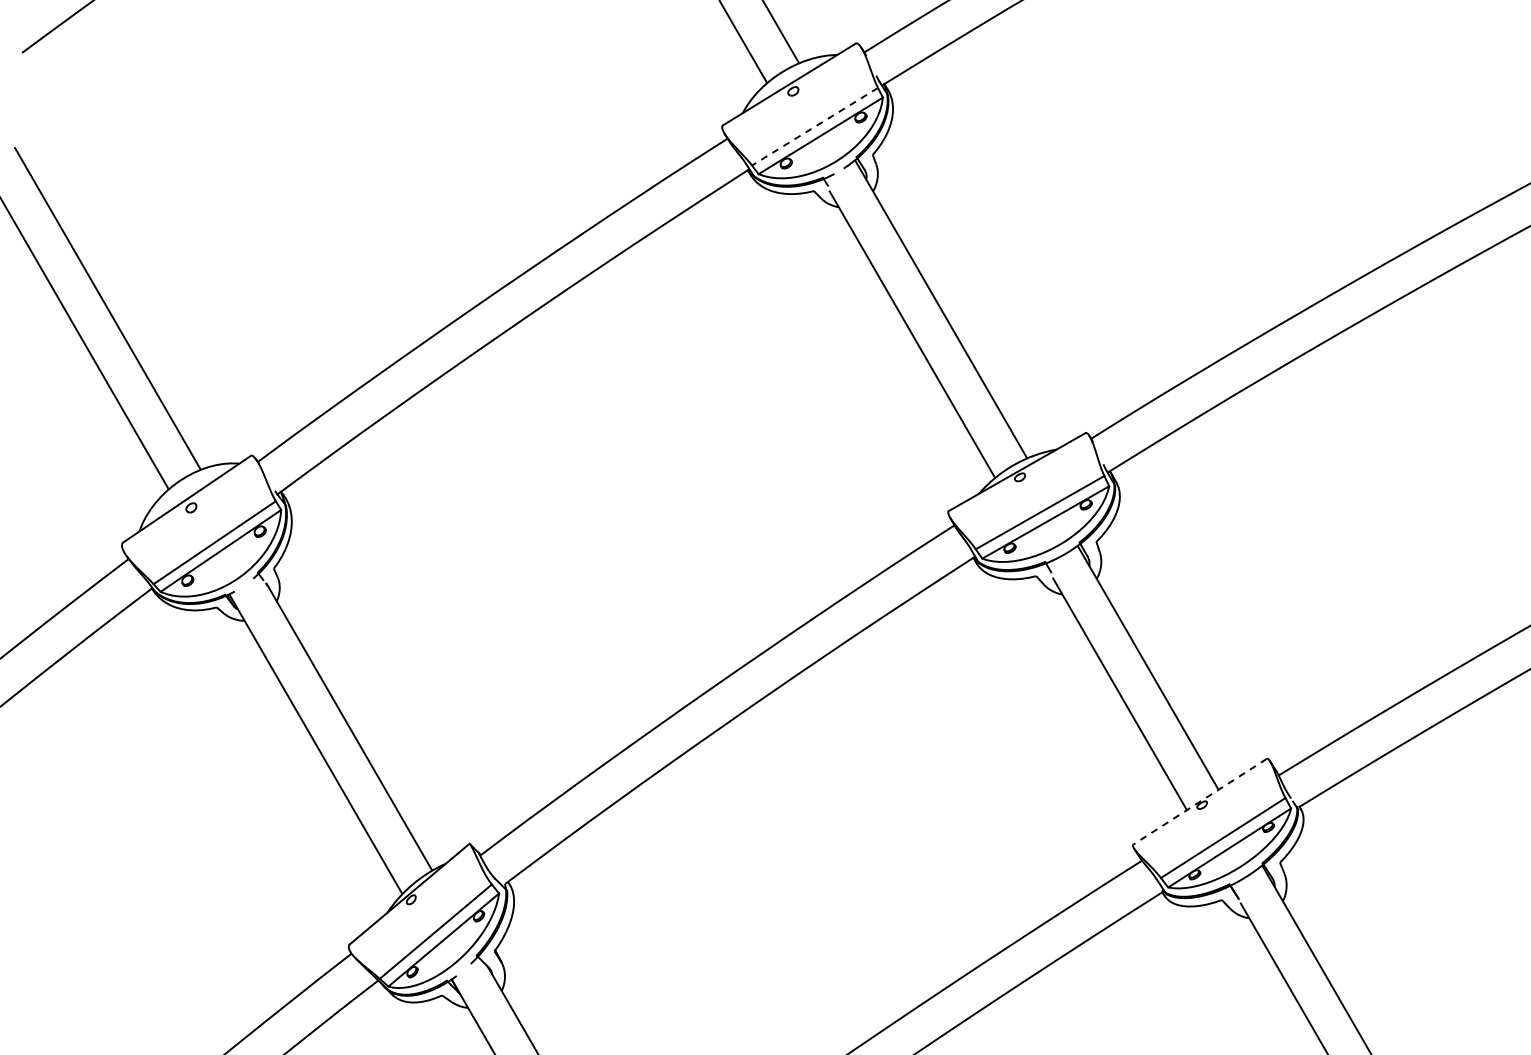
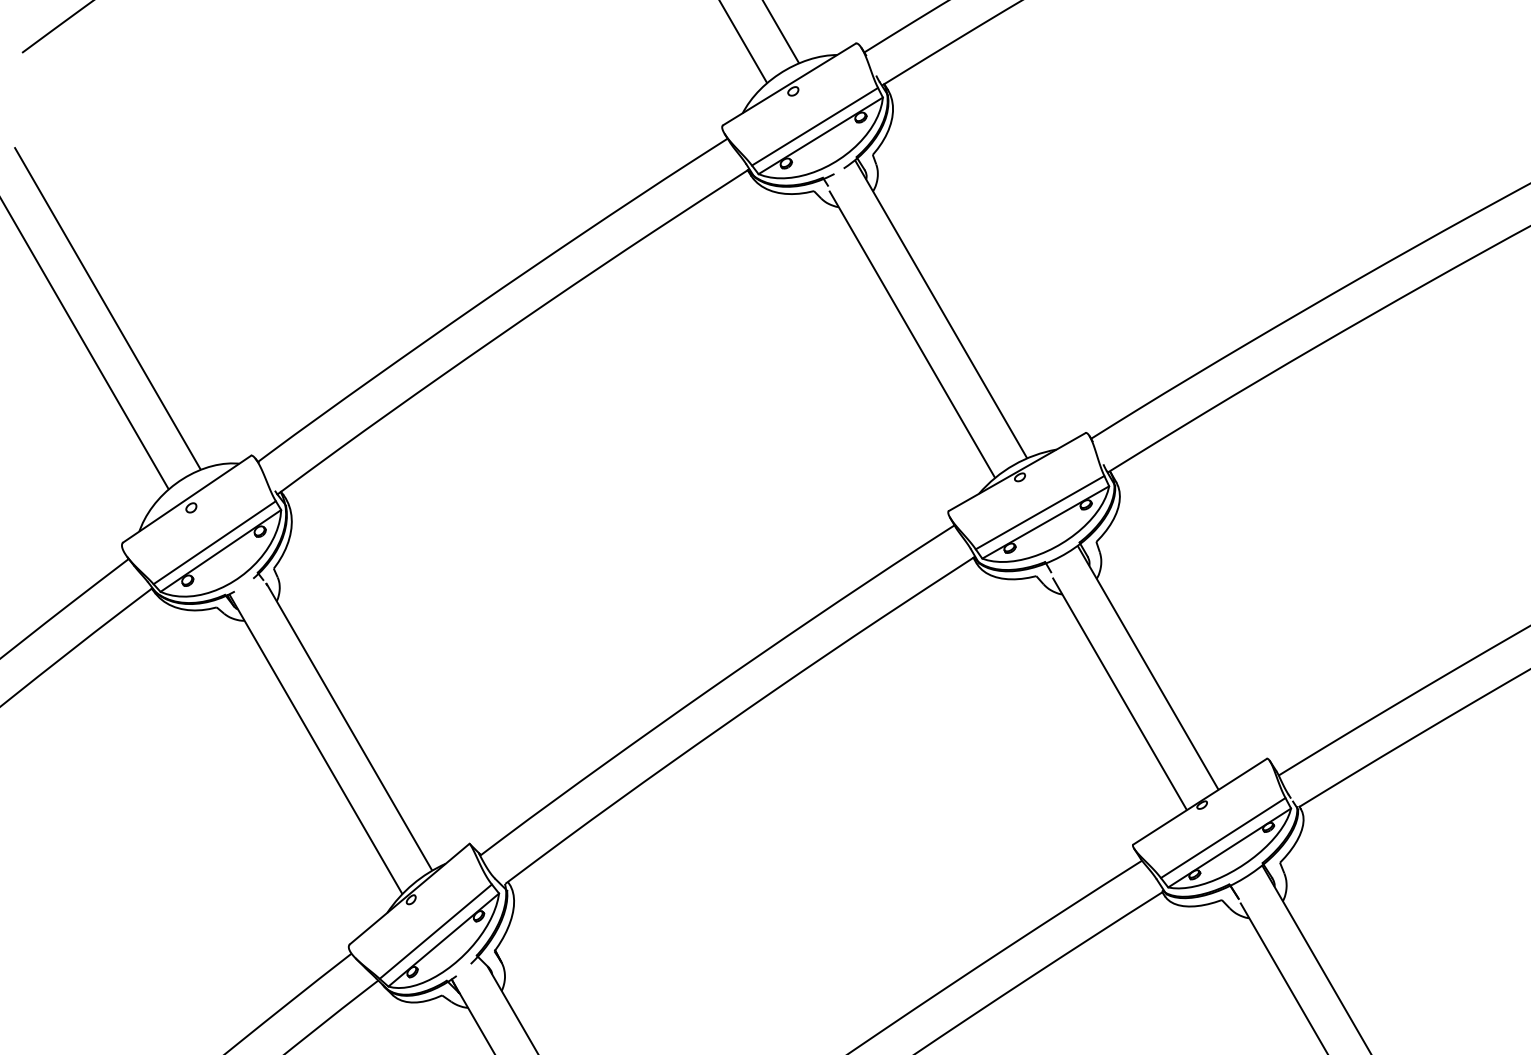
line at (814, 127): dashed -> solid
line at (1199, 801): dashed -> solid
